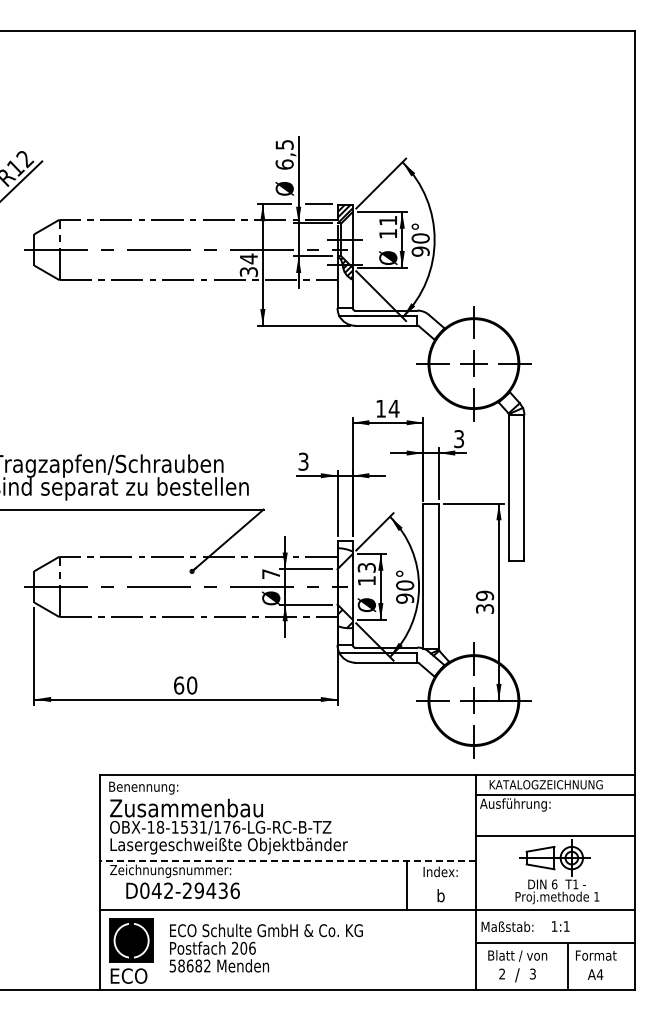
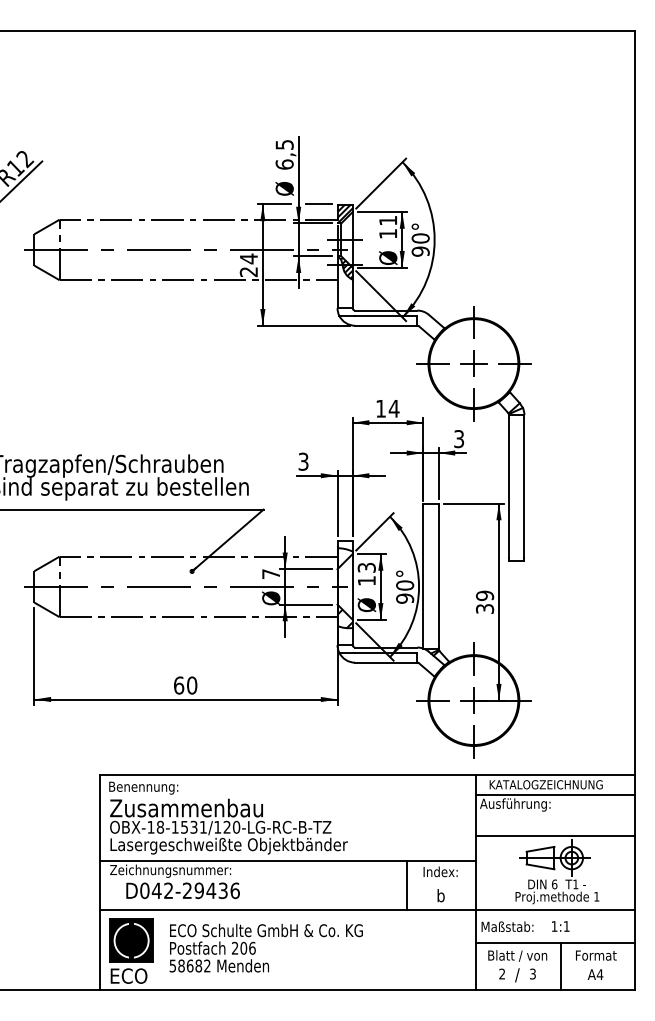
text at (248, 271): 34 -> 24
text at (231, 826): OBX-18-1531/176-LG-RC-B-TZ -> OBX-18-1531/120-LG-RC-B-TZ
line at (287, 860): dashed -> solid
line at (567, 966) position: (567, 966) -> (560, 966)
